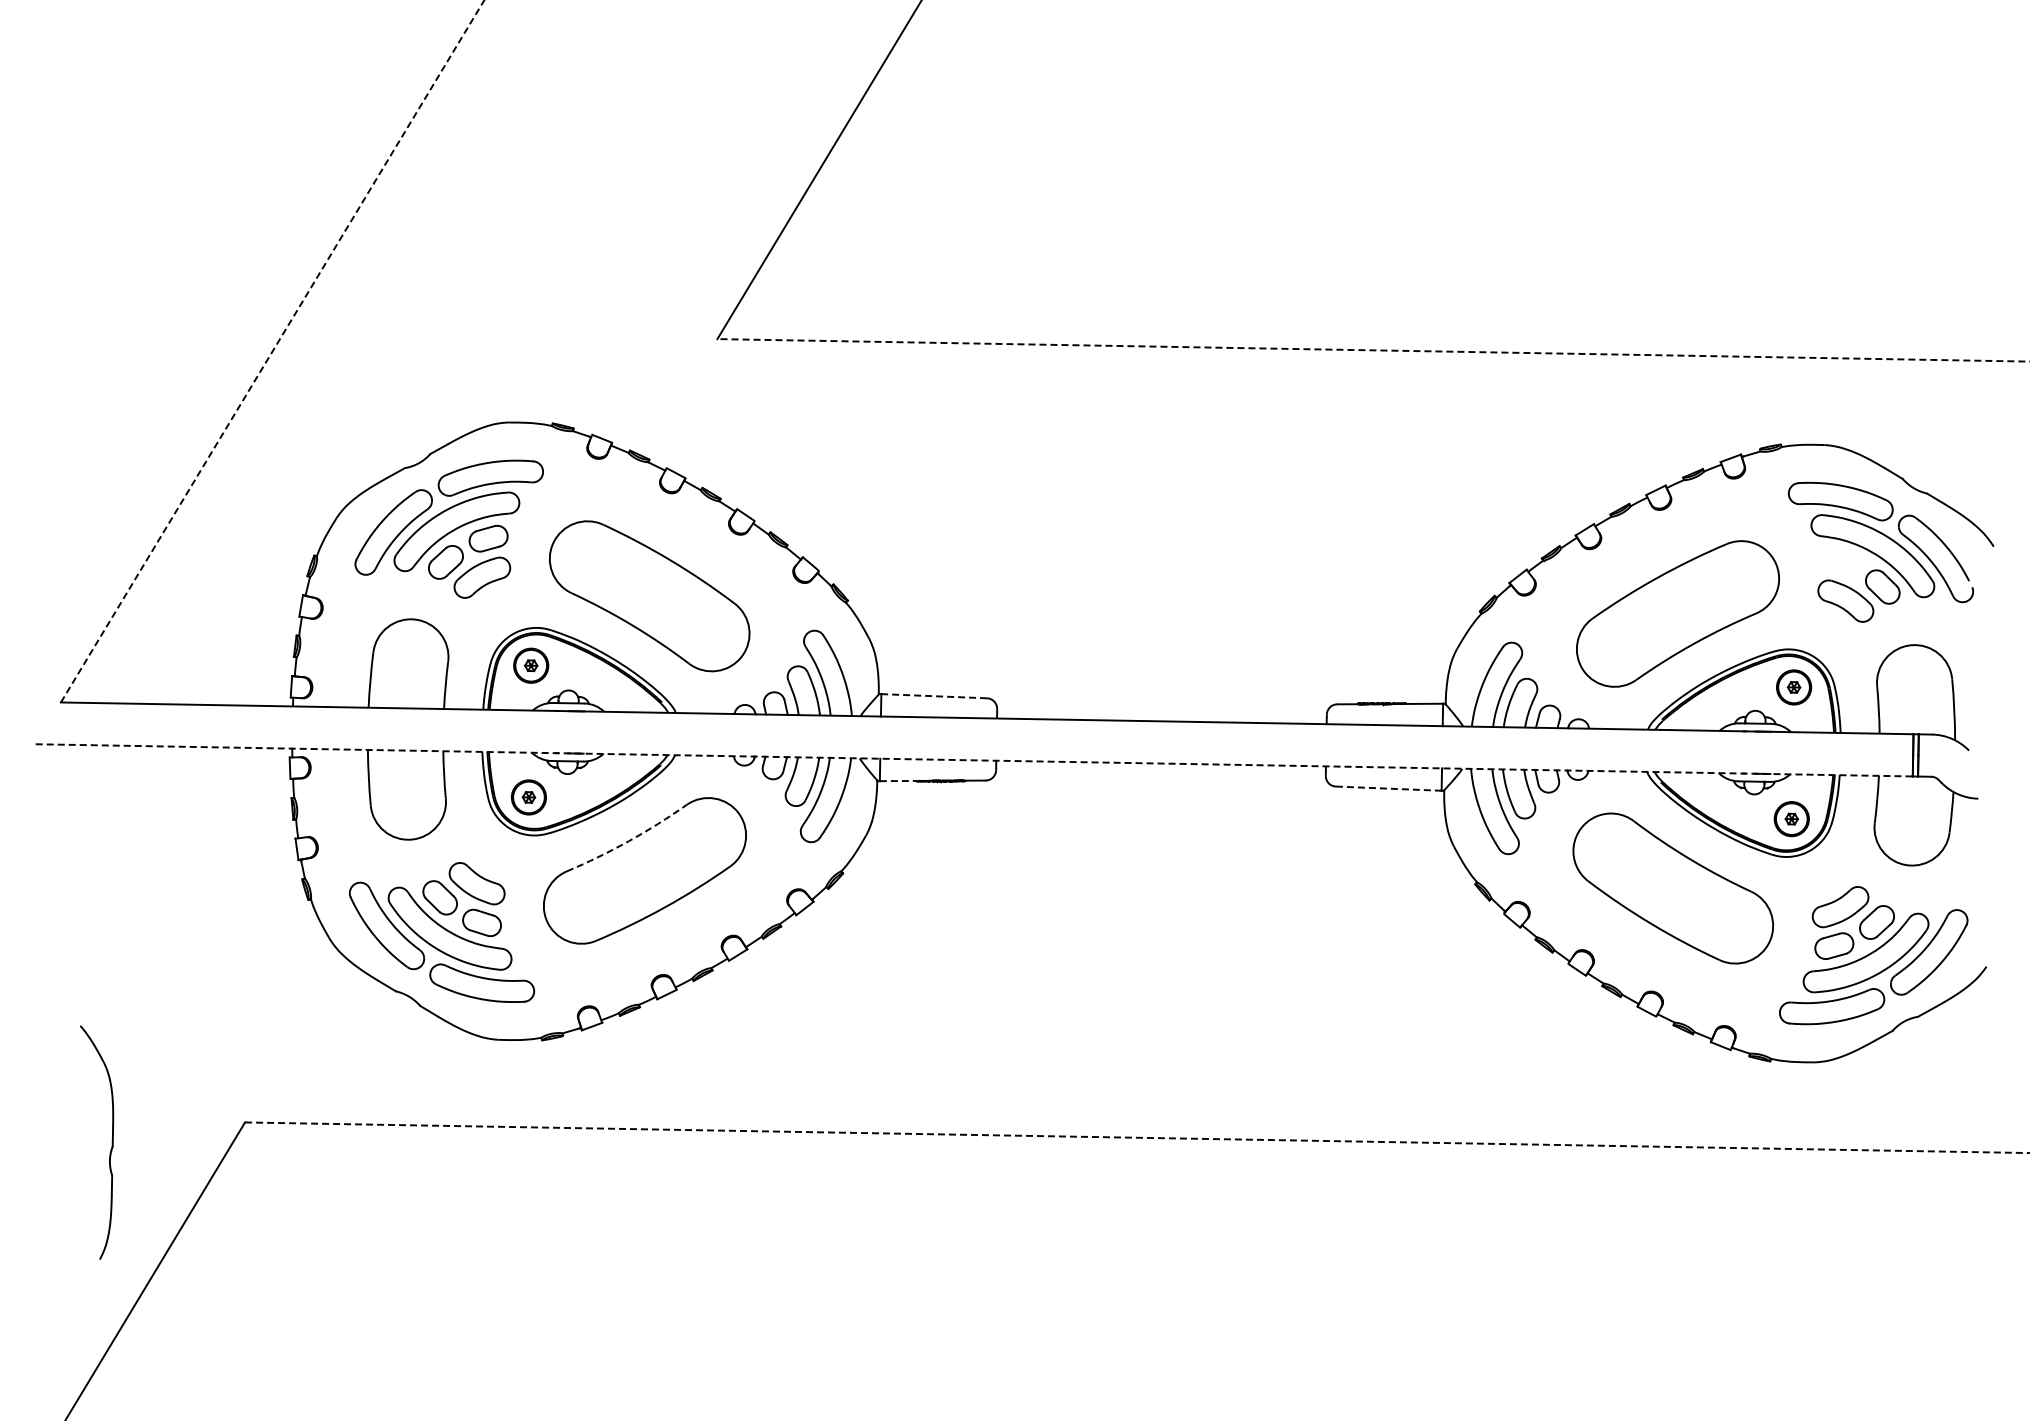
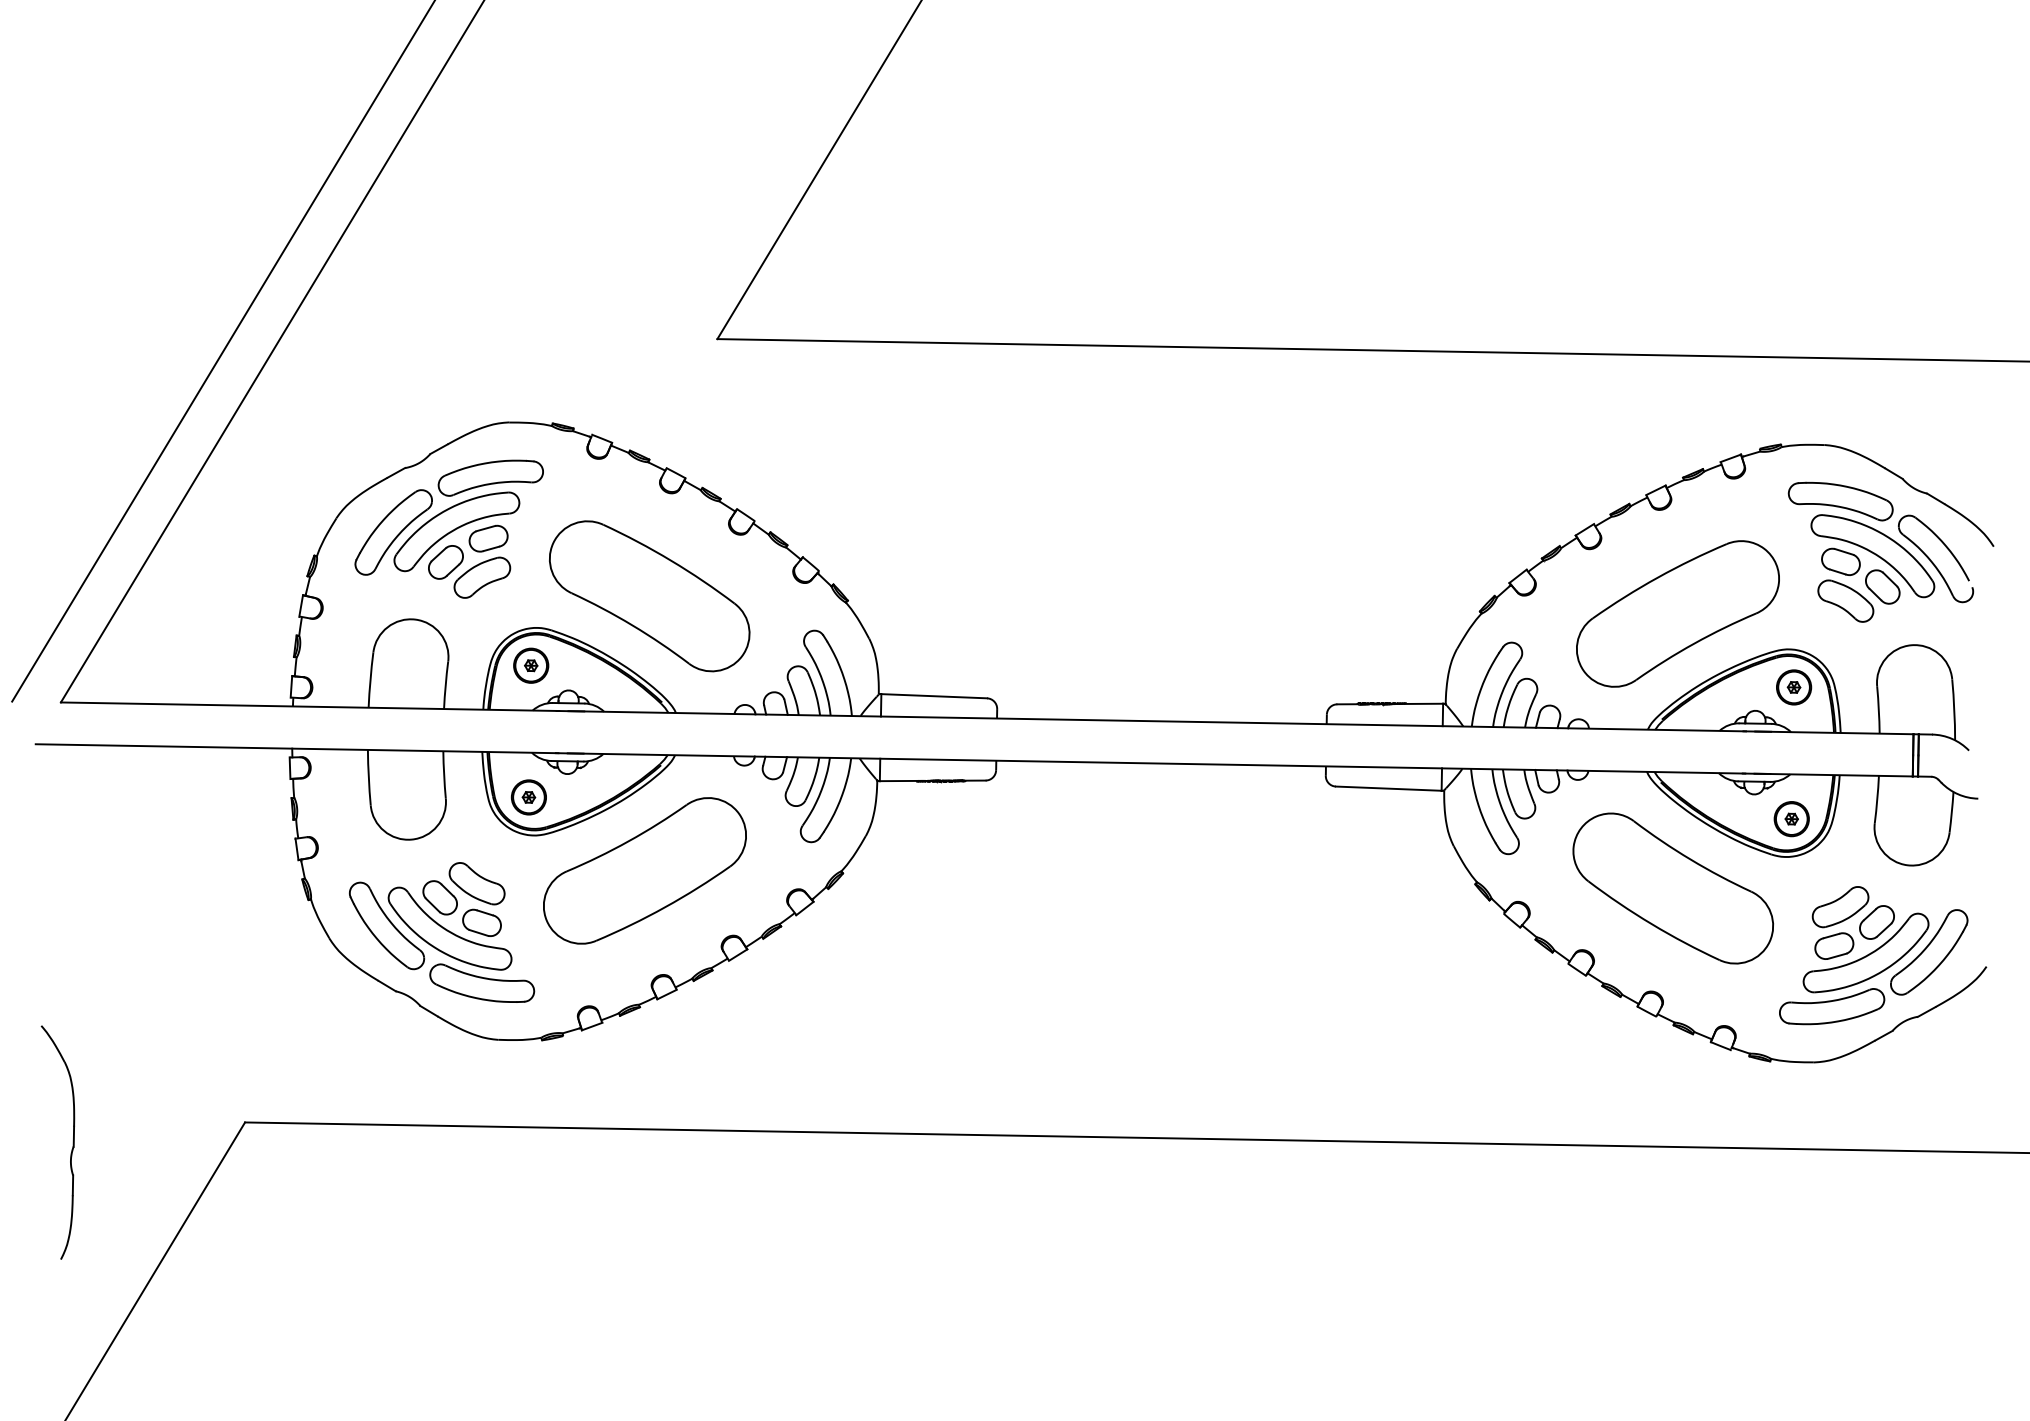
line at (1372, 350): dashed -> solid
line at (222, 351): none -> present
line at (272, 351): dashed -> solid
part at (1840, 561): none -> present
line at (934, 696): dashed -> solid
line at (974, 760): dashed -> solid
line at (898, 781): dashed -> solid
line at (1388, 788): dashed -> solid
arc at (628, 841): dashed -> solid
line at (1137, 1137): dashed -> solid
part at (111, 1142) position: (111, 1142) -> (72, 1142)
